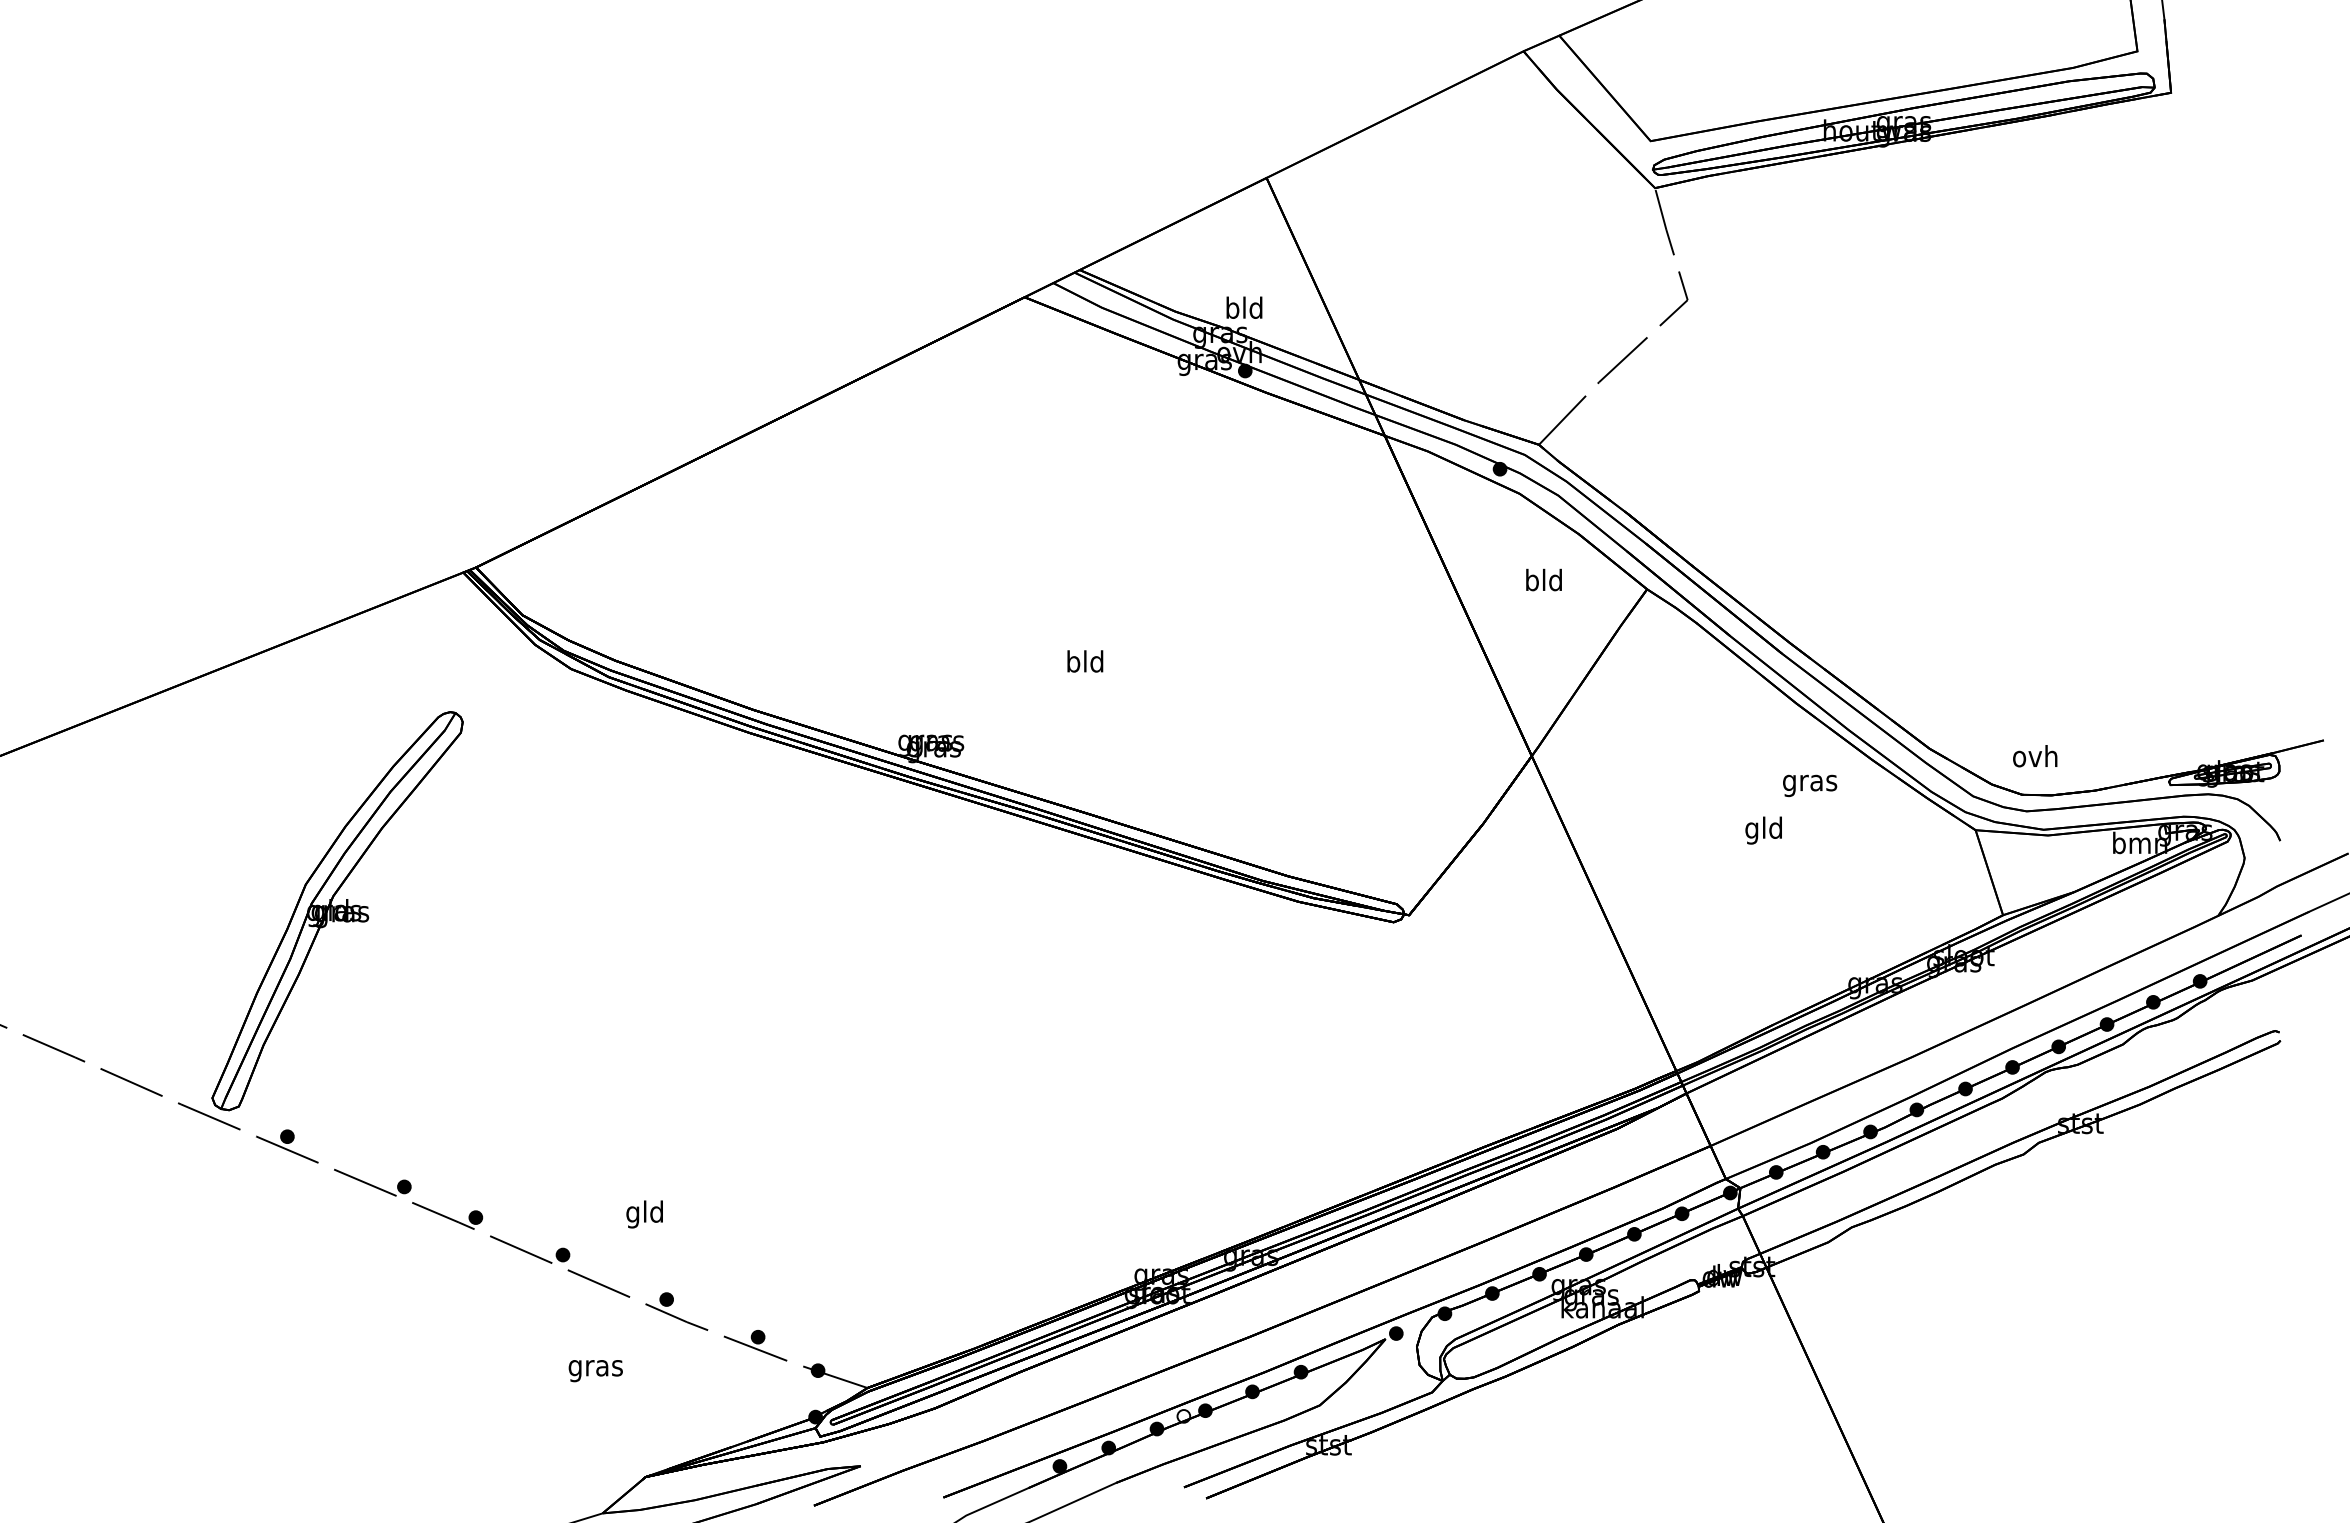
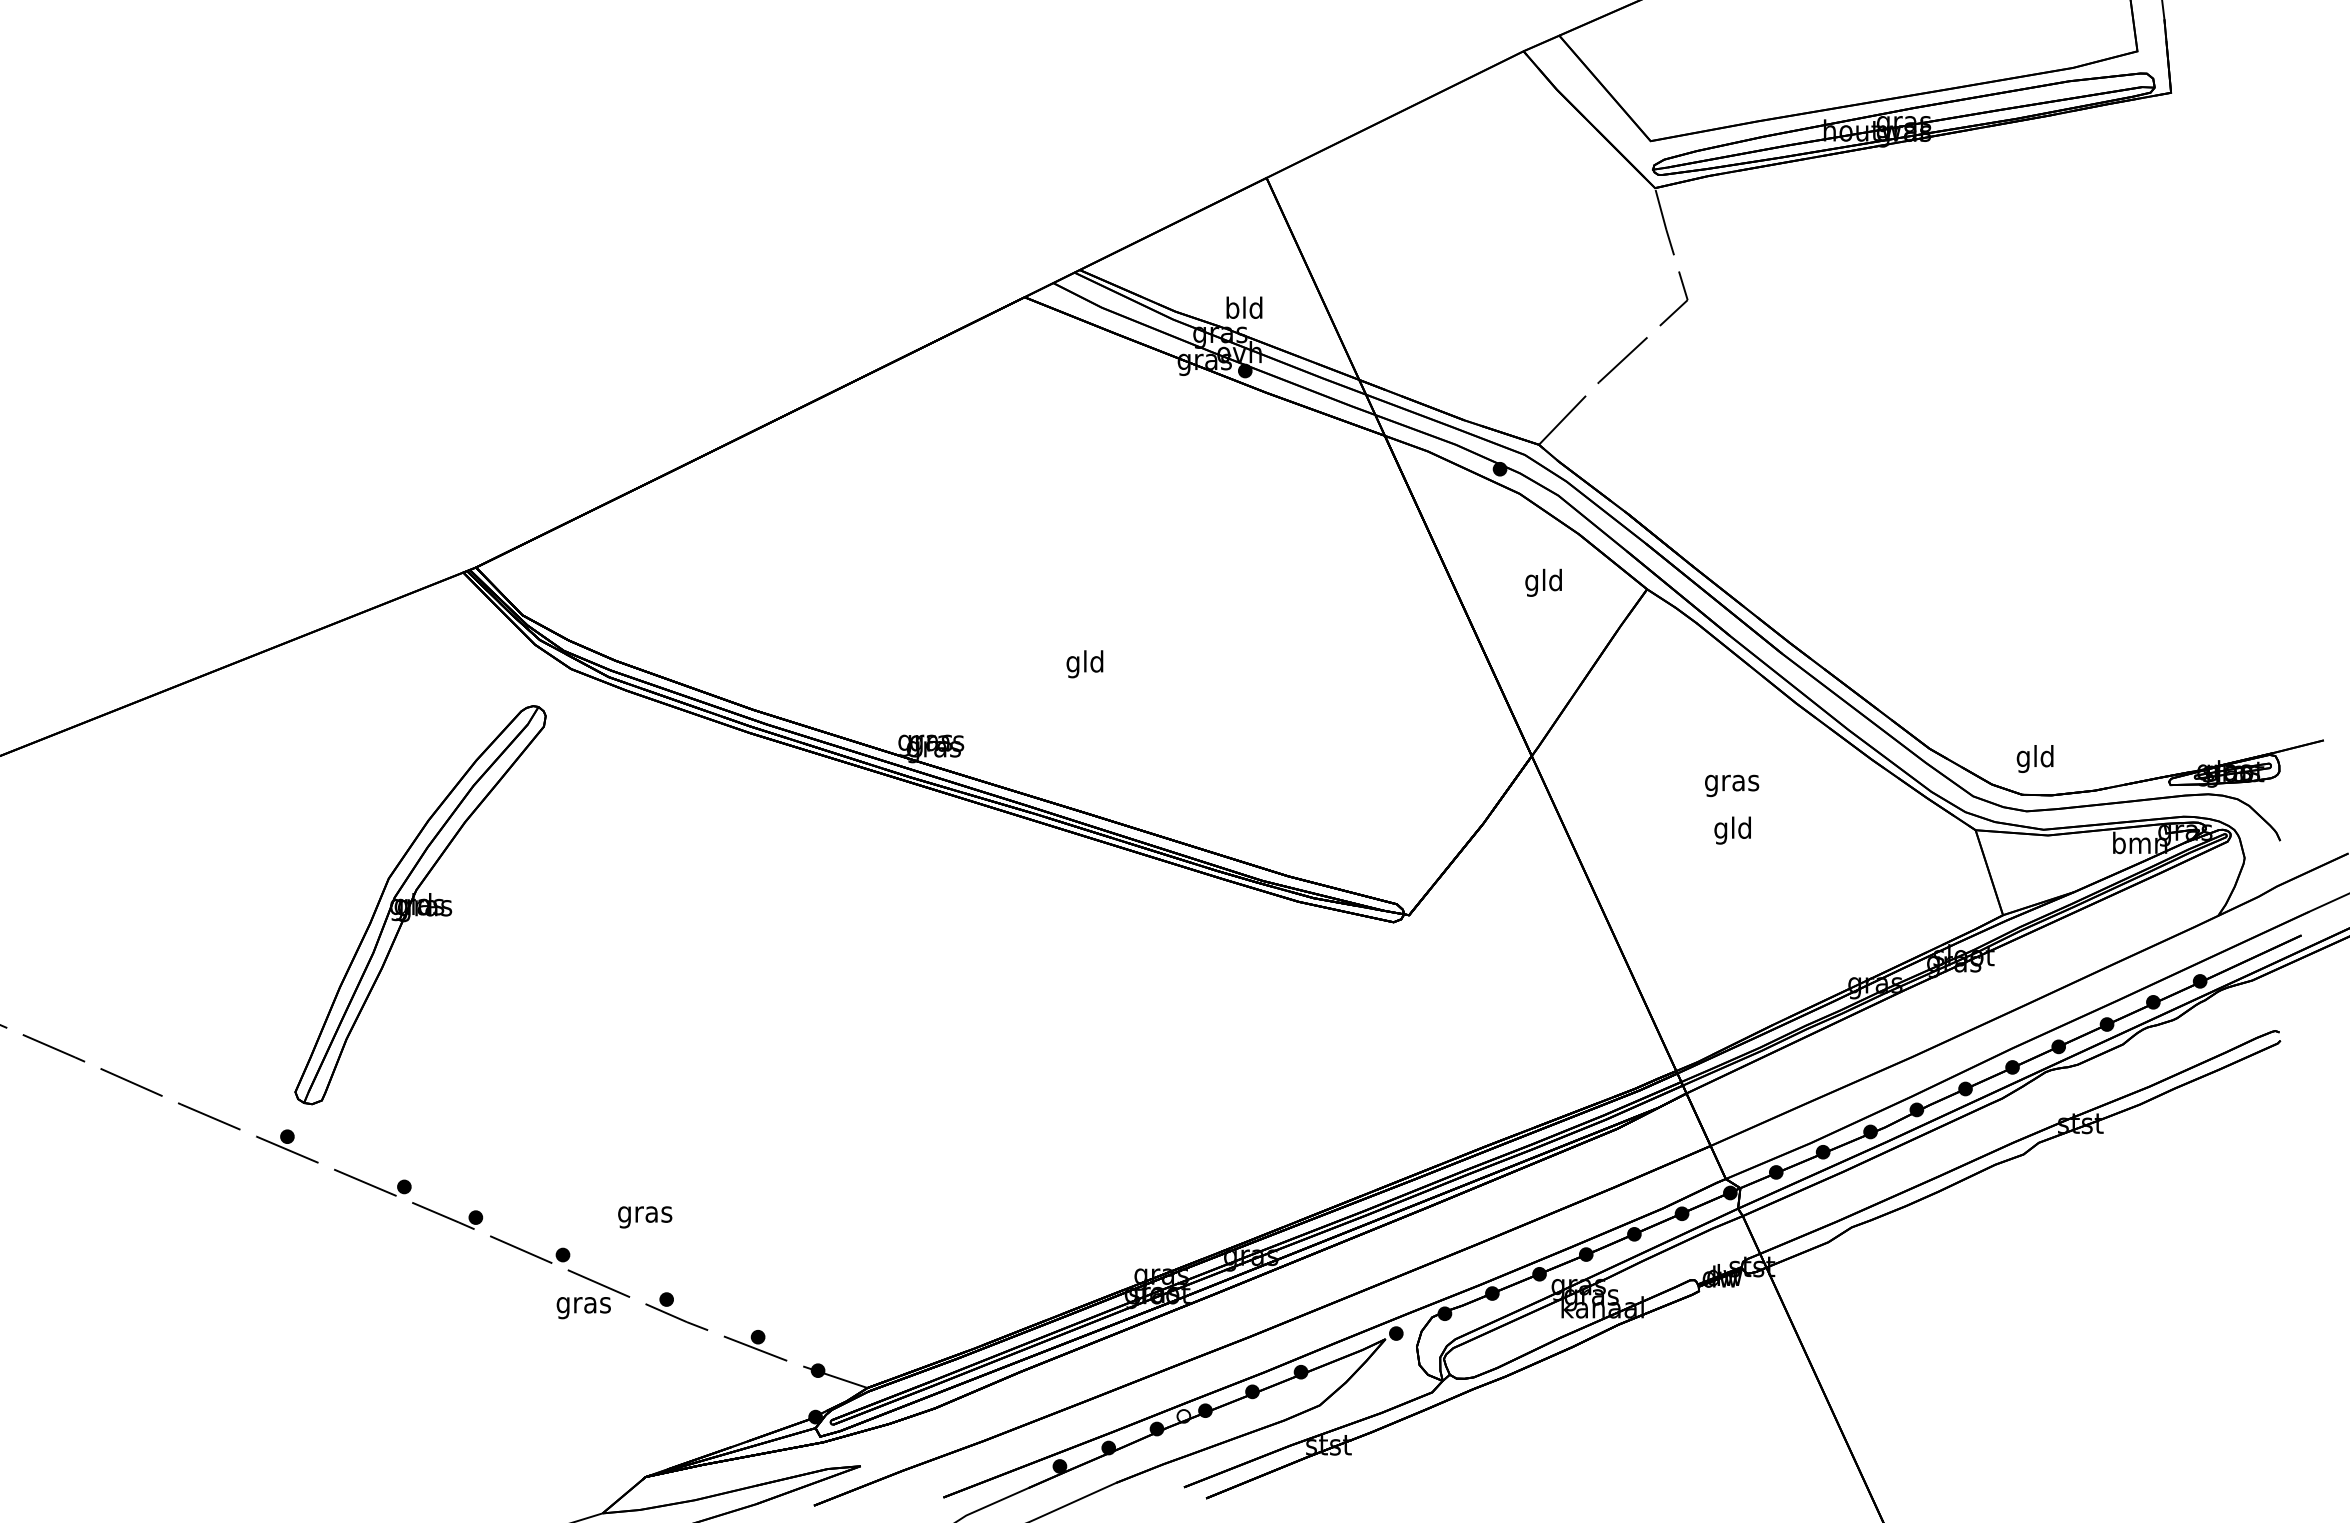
text at (1531, 582): bld -> gld
text at (1073, 664): bld -> gld
text at (2035, 759): ovh -> gld
text at (1810, 785) position: (1810, 785) -> (1732, 785)
text at (1763, 830) position: (1763, 830) -> (1732, 830)
part at (337, 911) position: (337, 911) -> (420, 905)
text at (645, 1214): gld -> gras
text at (595, 1371) position: (595, 1371) -> (583, 1308)
